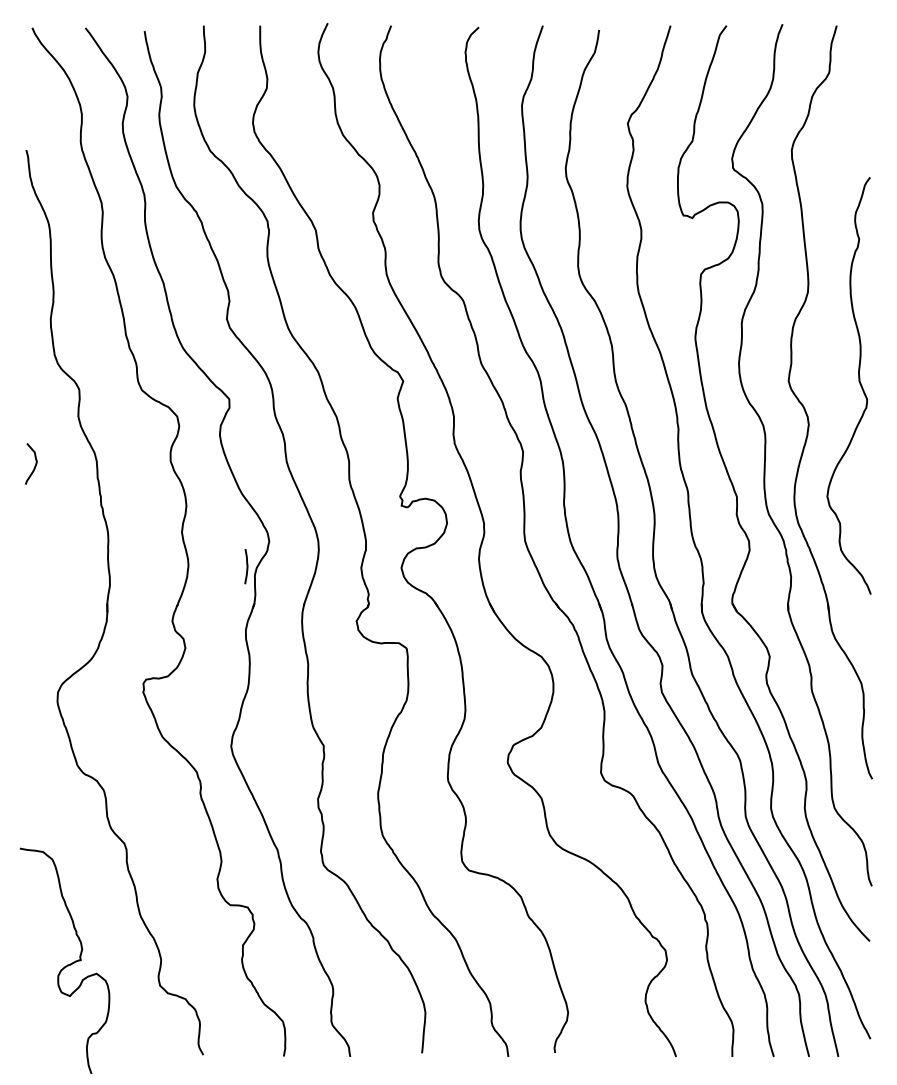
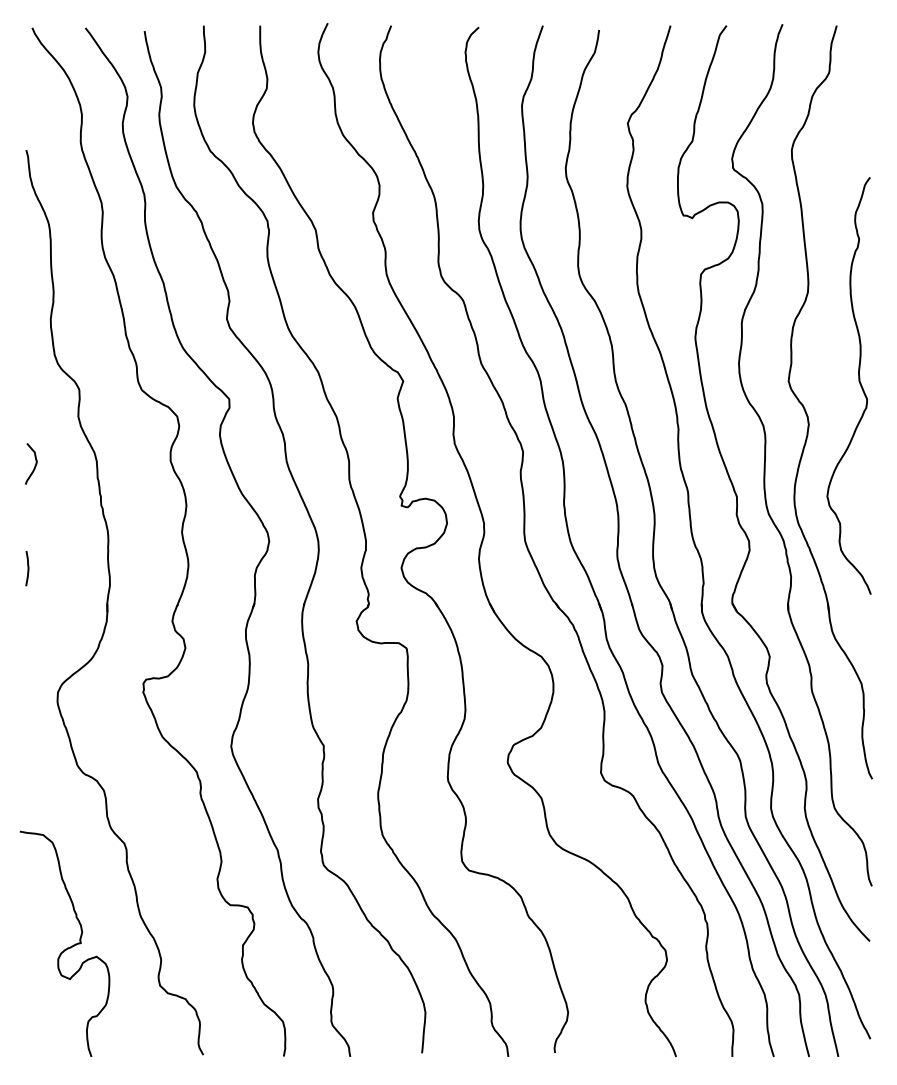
curve at (246, 566) position: (246, 566) -> (27, 568)
curve at (67, 964) position: (67, 964) -> (67, 947)
